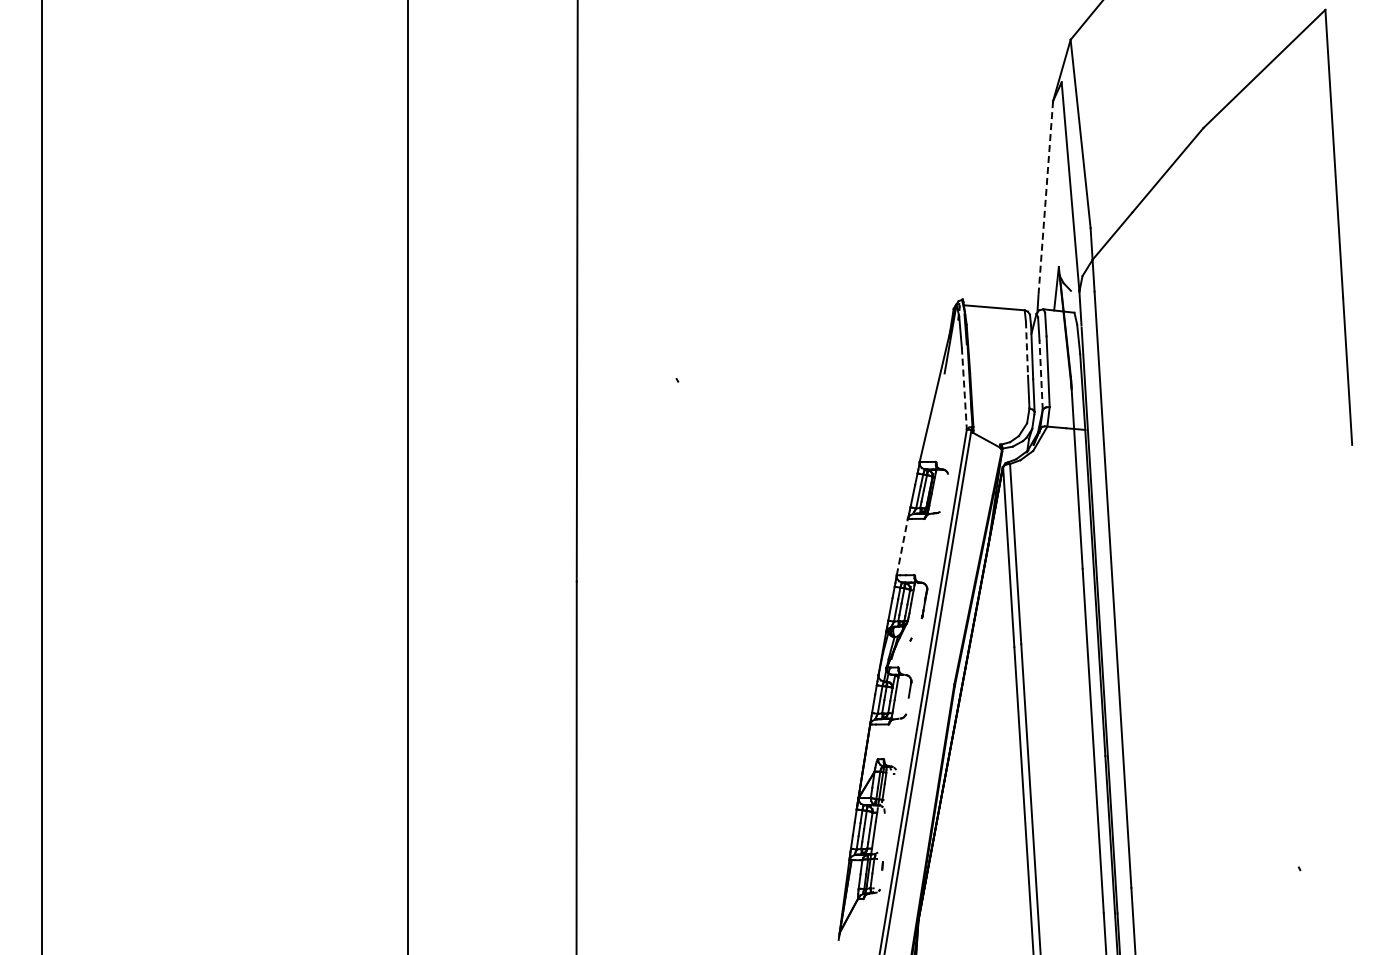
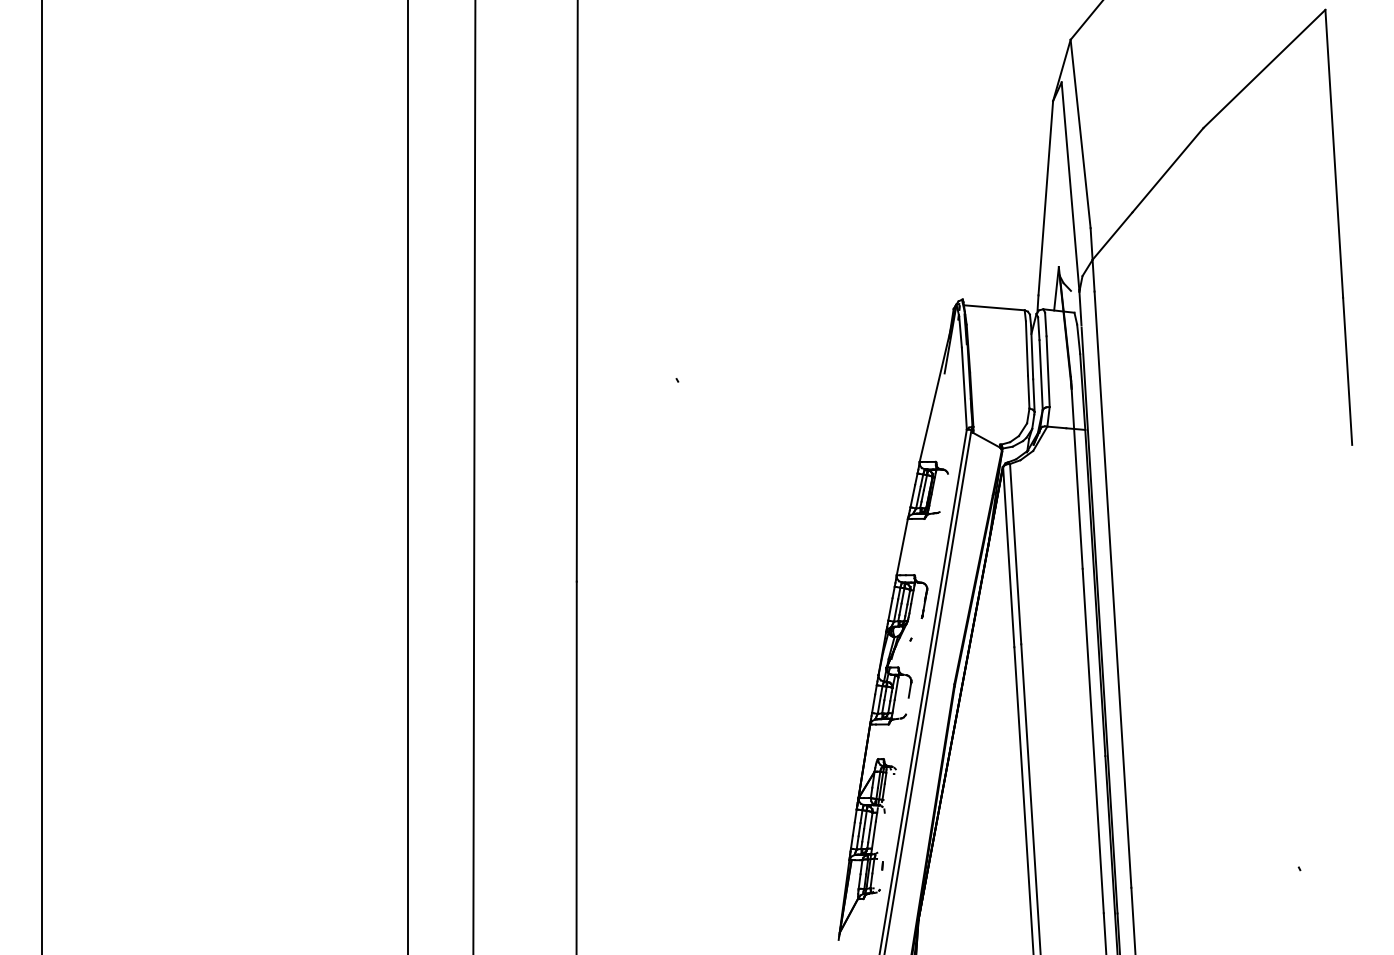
line at (1045, 198): dashed -> solid
line at (1026, 349): dashed -> solid
line at (1041, 375): dashed -> solid
line at (964, 389): dashed -> solid
line at (474, 476): none -> present
line at (902, 547): dashed -> solid
